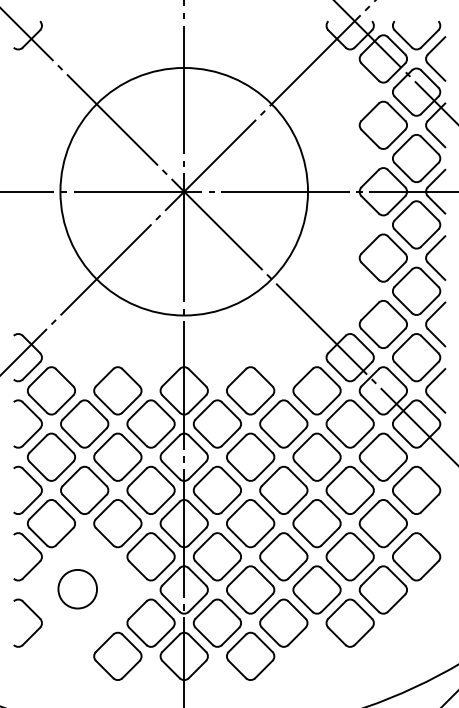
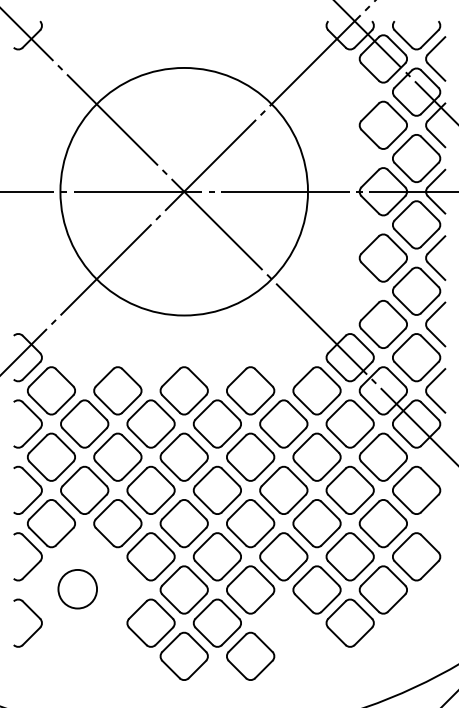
line at (184, 353): present -> none
part at (283, 622): present -> none
part at (117, 655): present -> none
